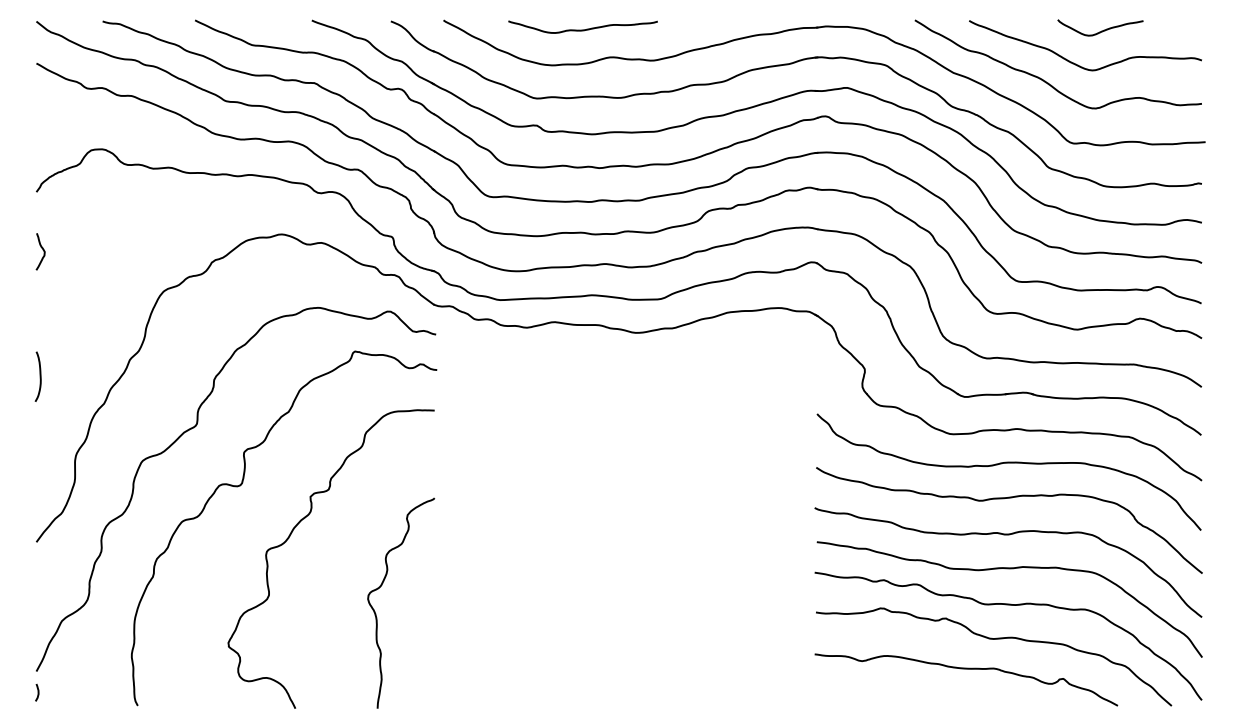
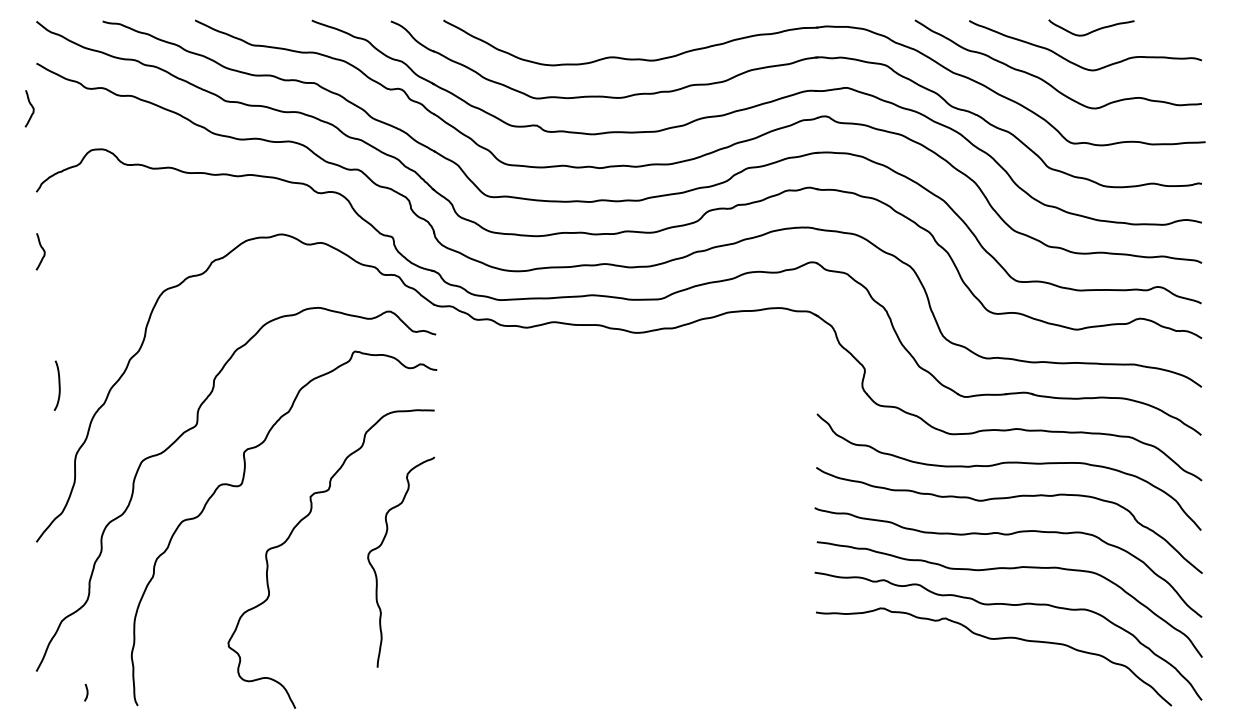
curve at (582, 29): present -> none
curve at (1101, 30) position: (1101, 30) -> (1092, 30)
curve at (31, 107): none -> present
curve at (39, 376) position: (39, 376) -> (58, 385)
curve at (382, 585) position: (382, 585) -> (382, 544)
curve at (966, 669): present -> none
curve at (37, 692) position: (37, 692) -> (86, 692)
